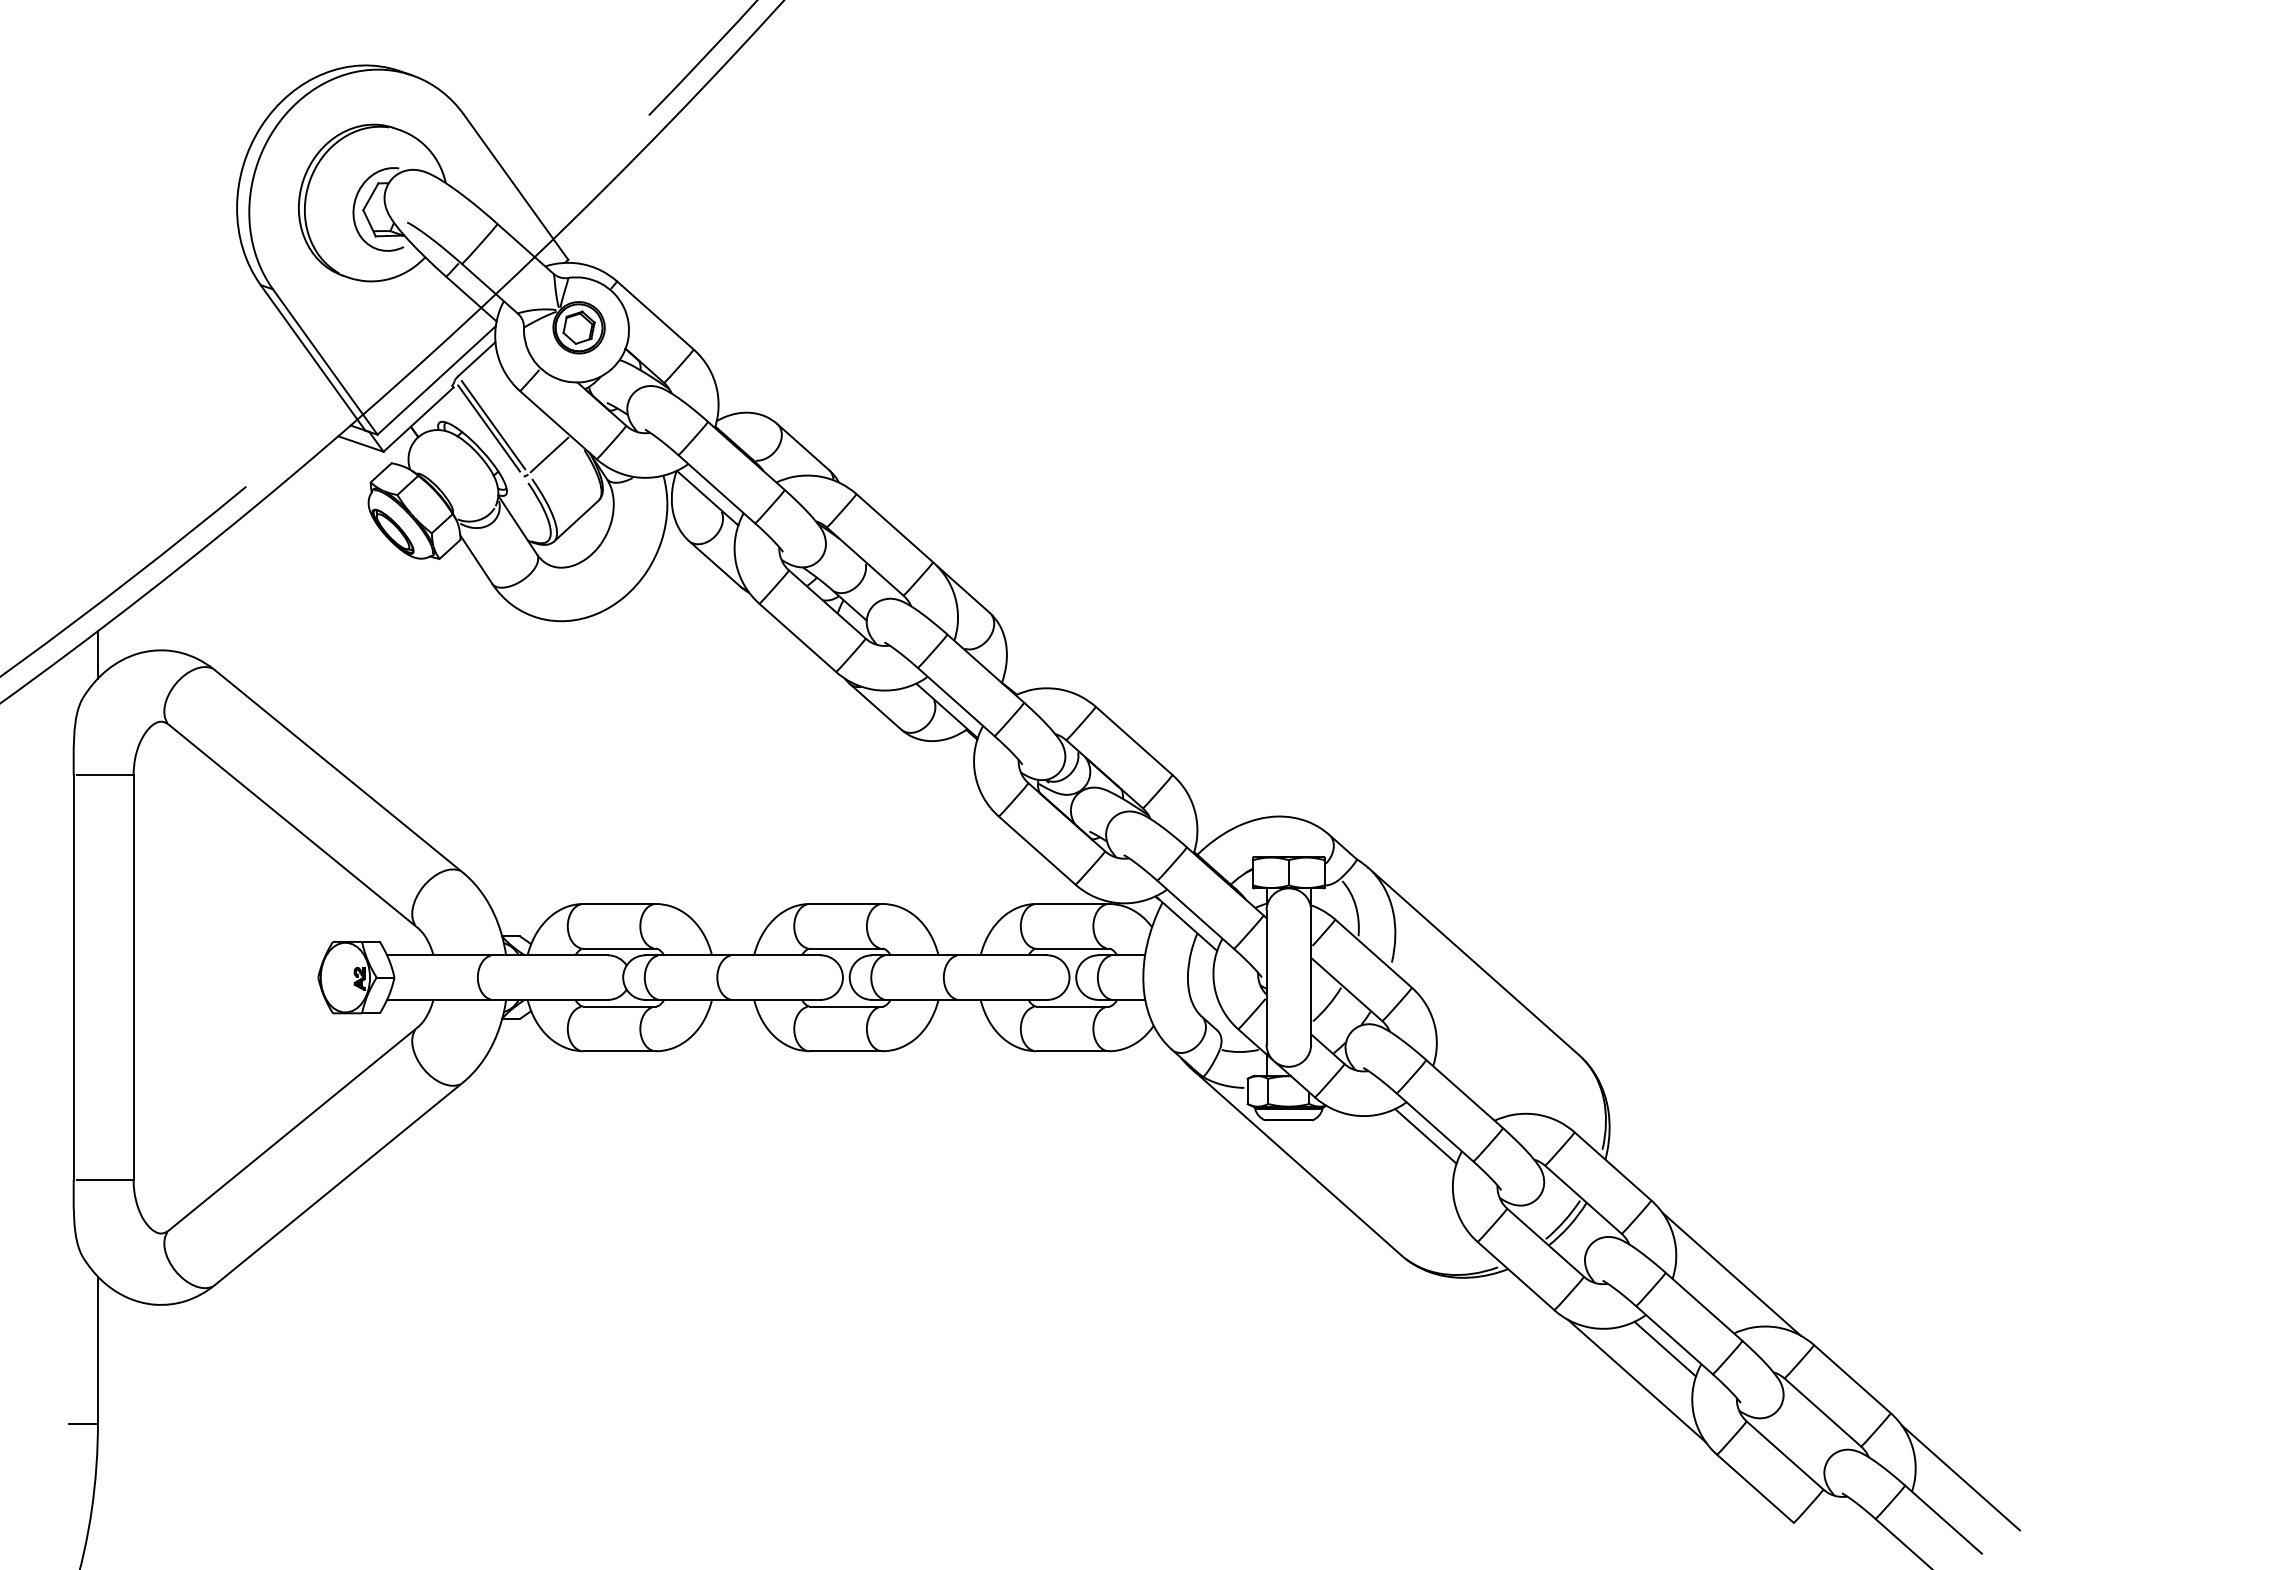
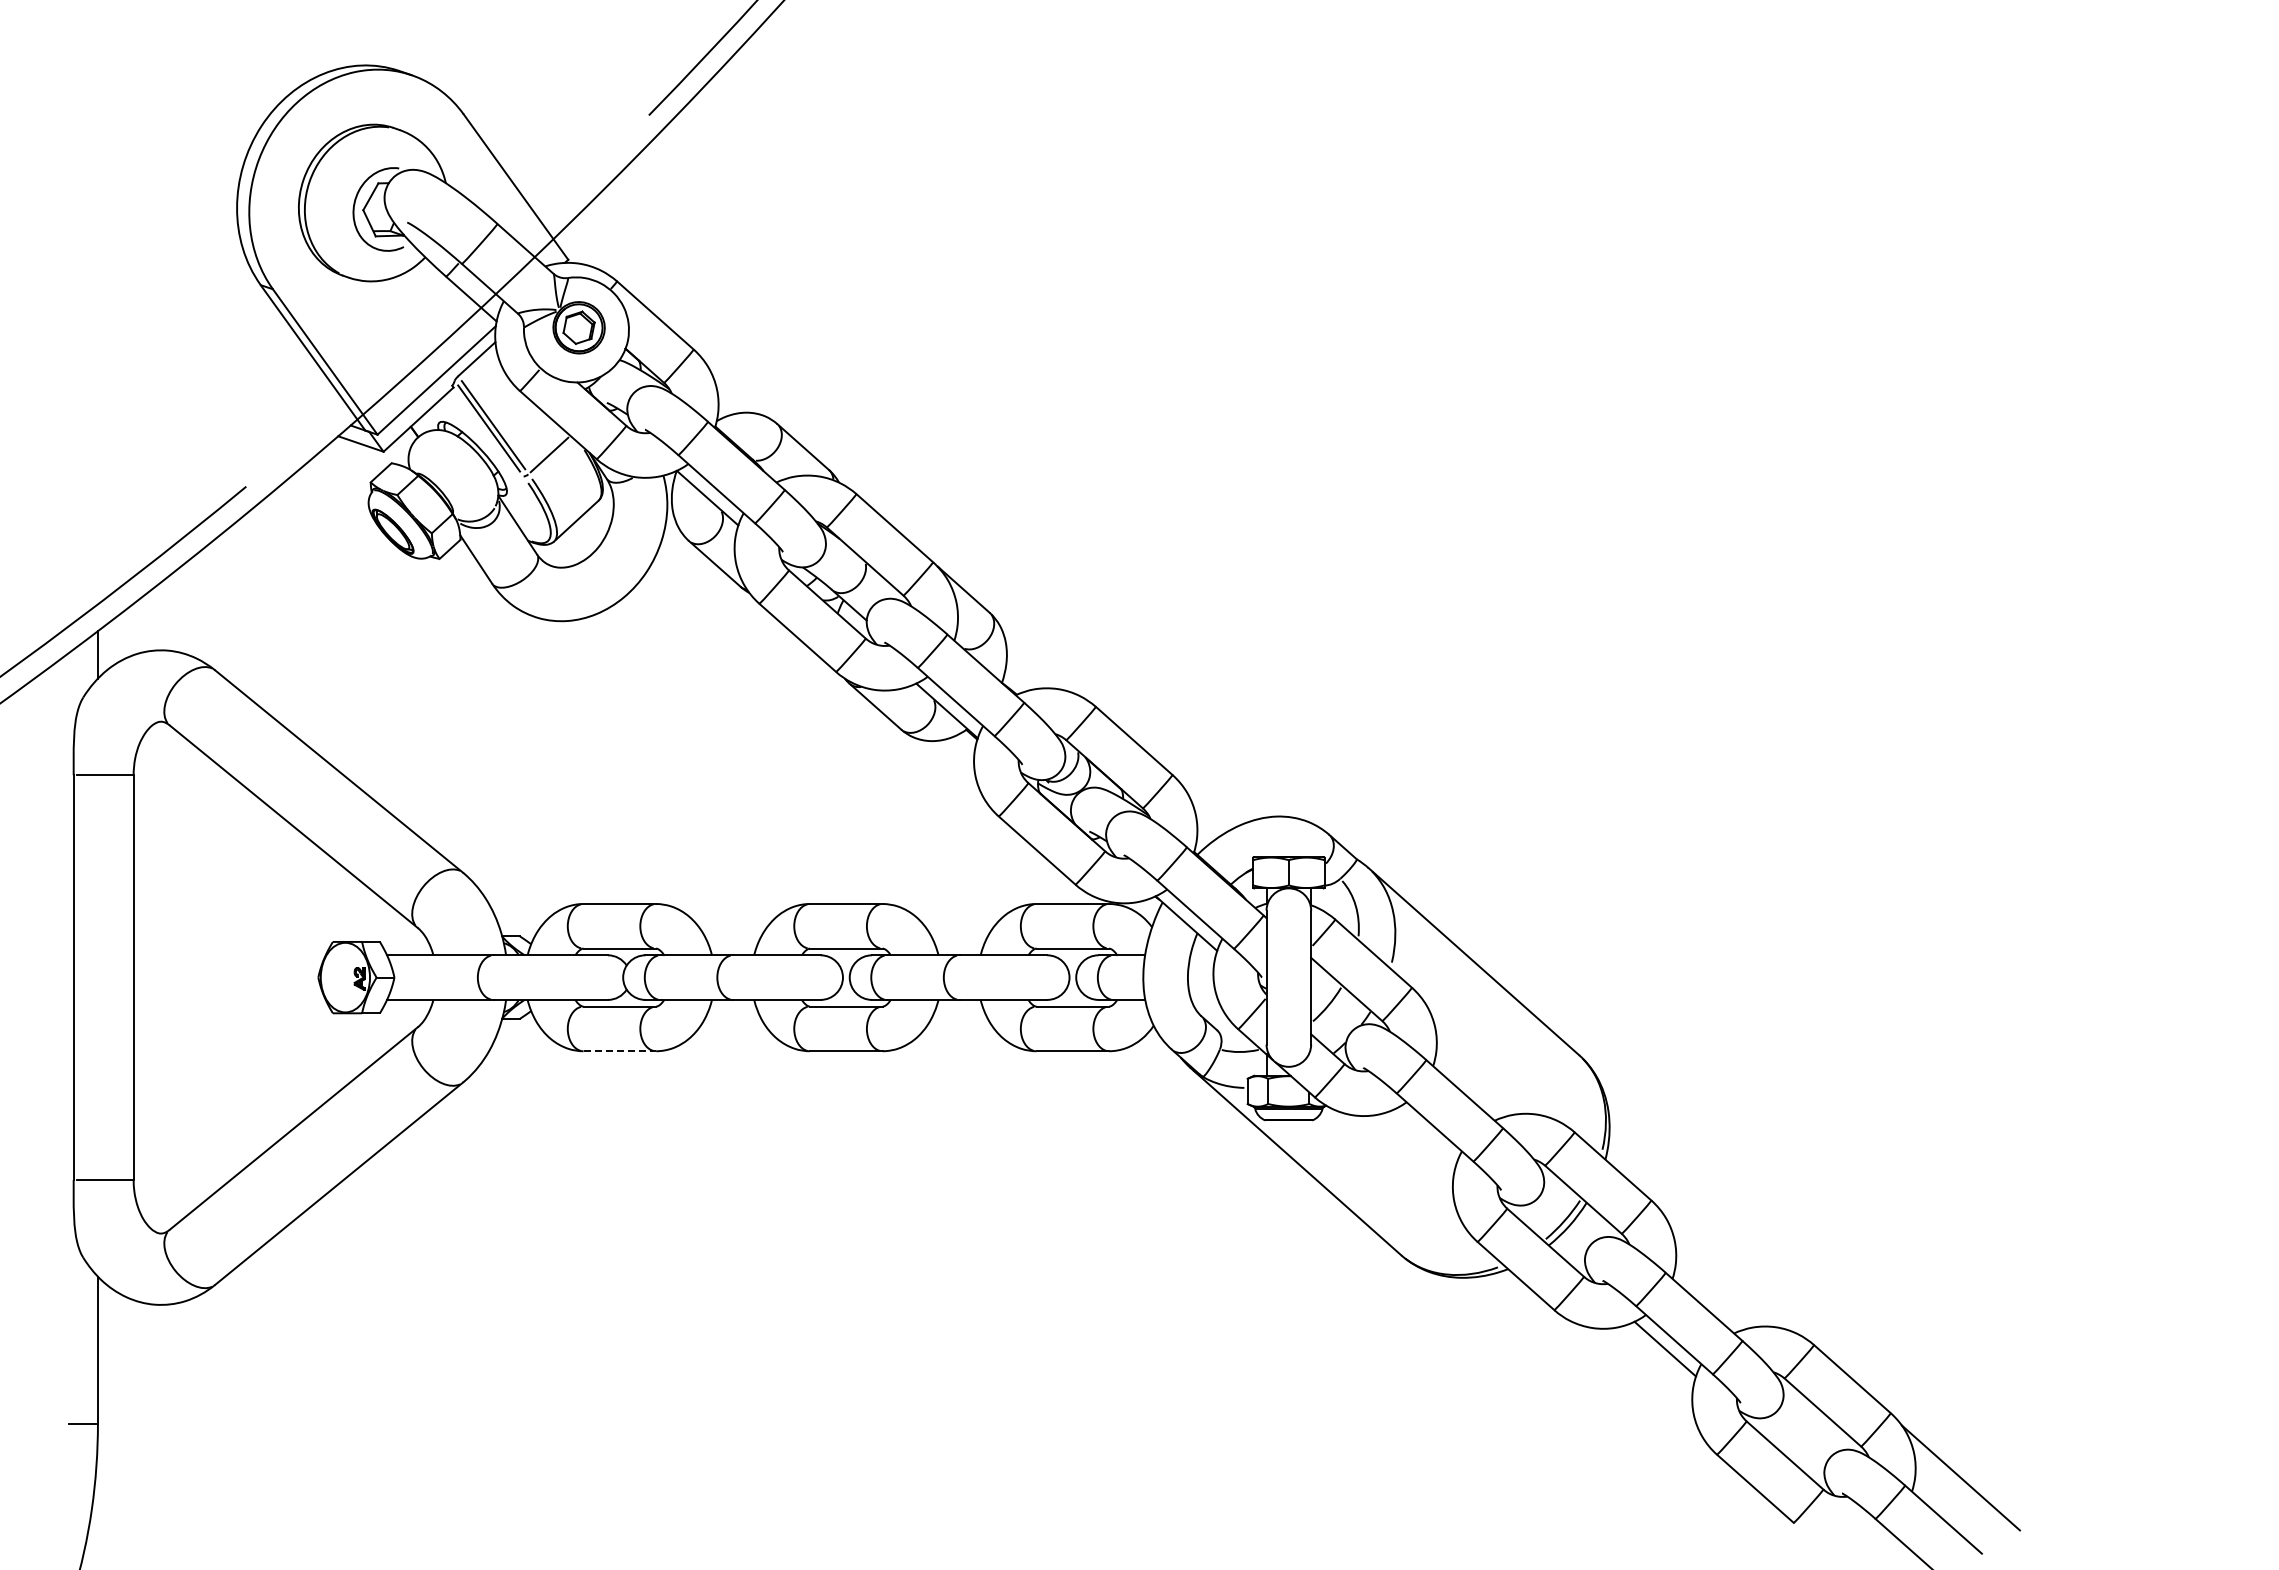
line at (620, 1051): solid -> dashed
line at (1425, 1136): present -> none
line at (1731, 1273): present -> none
line at (1636, 1380): present -> none
